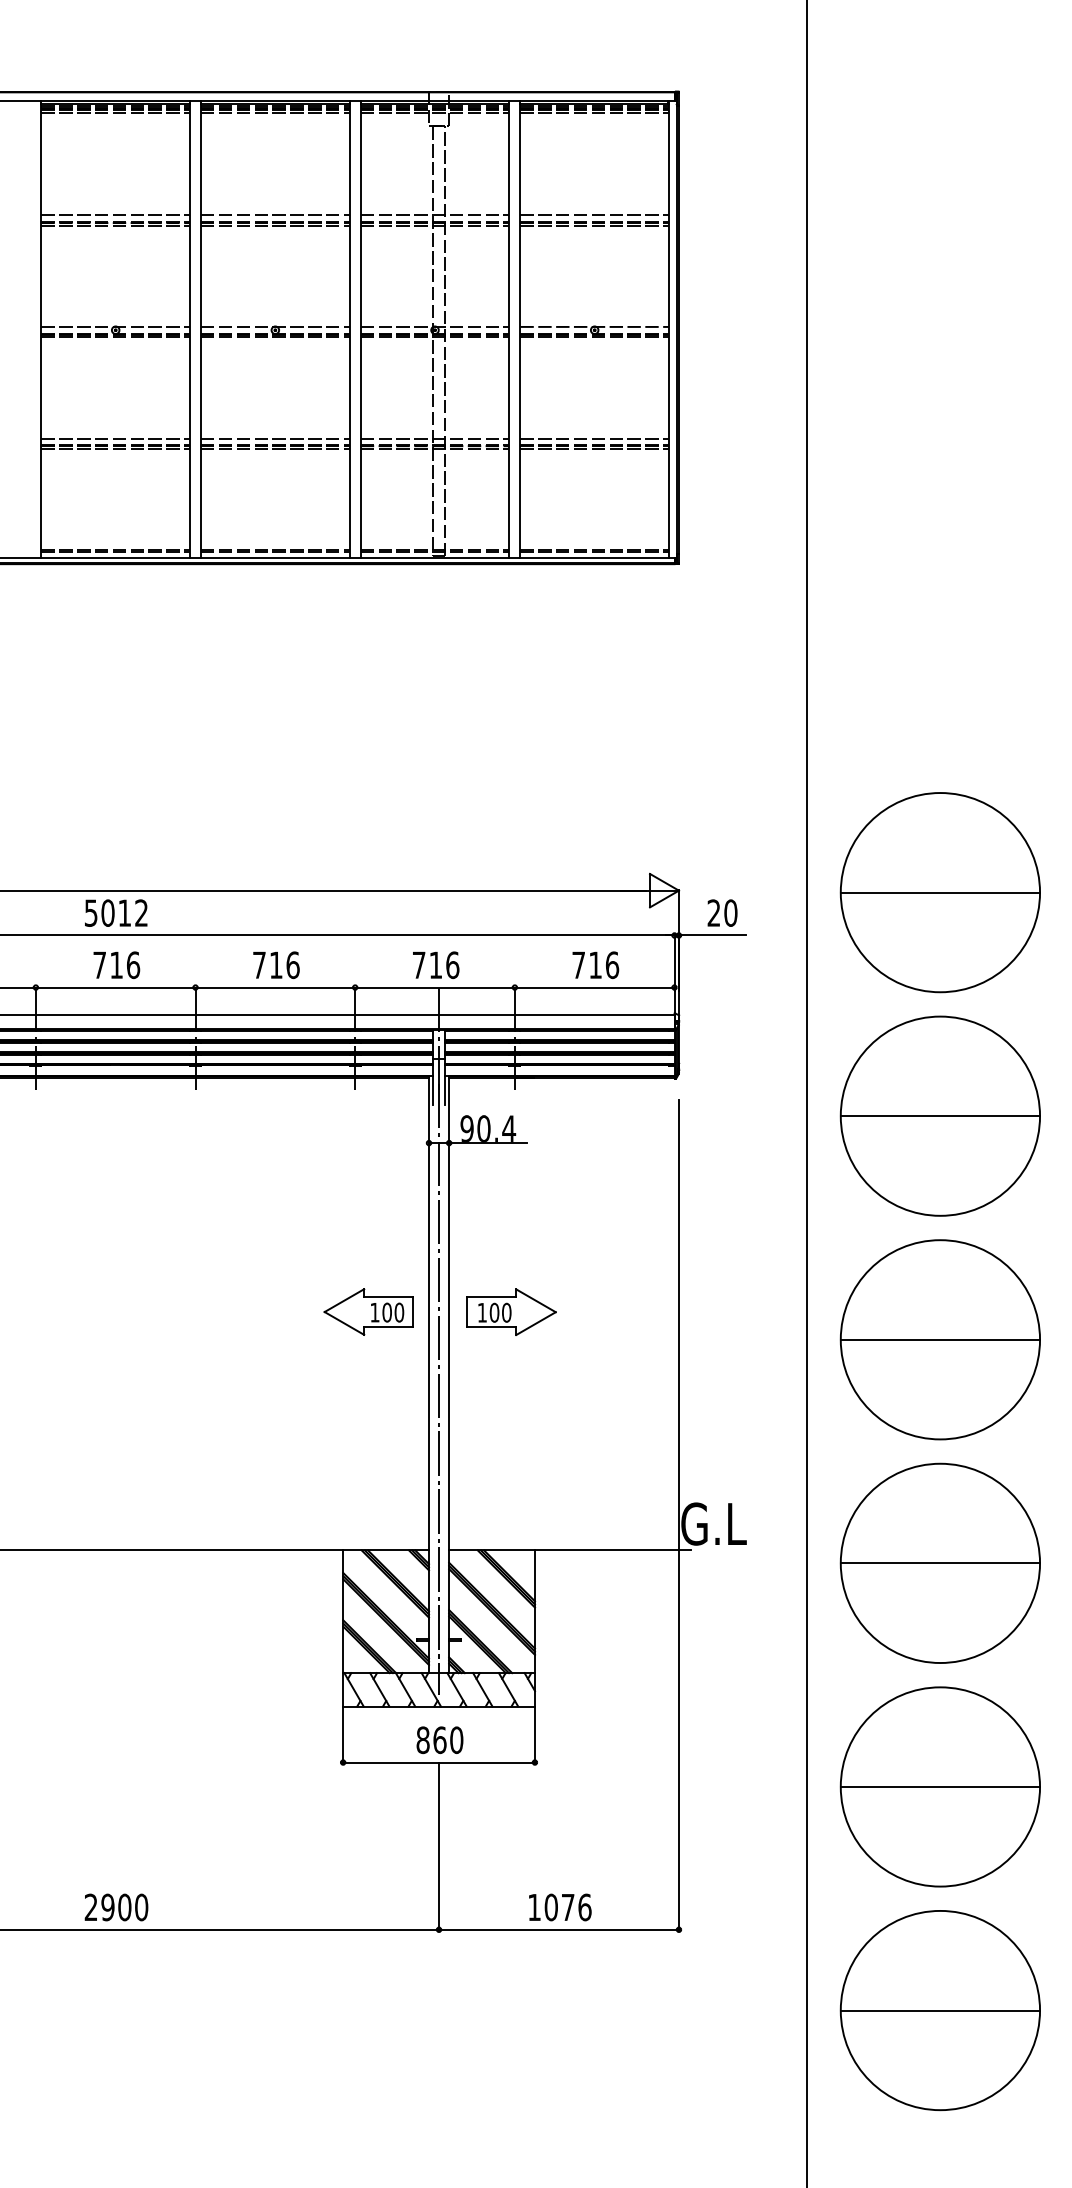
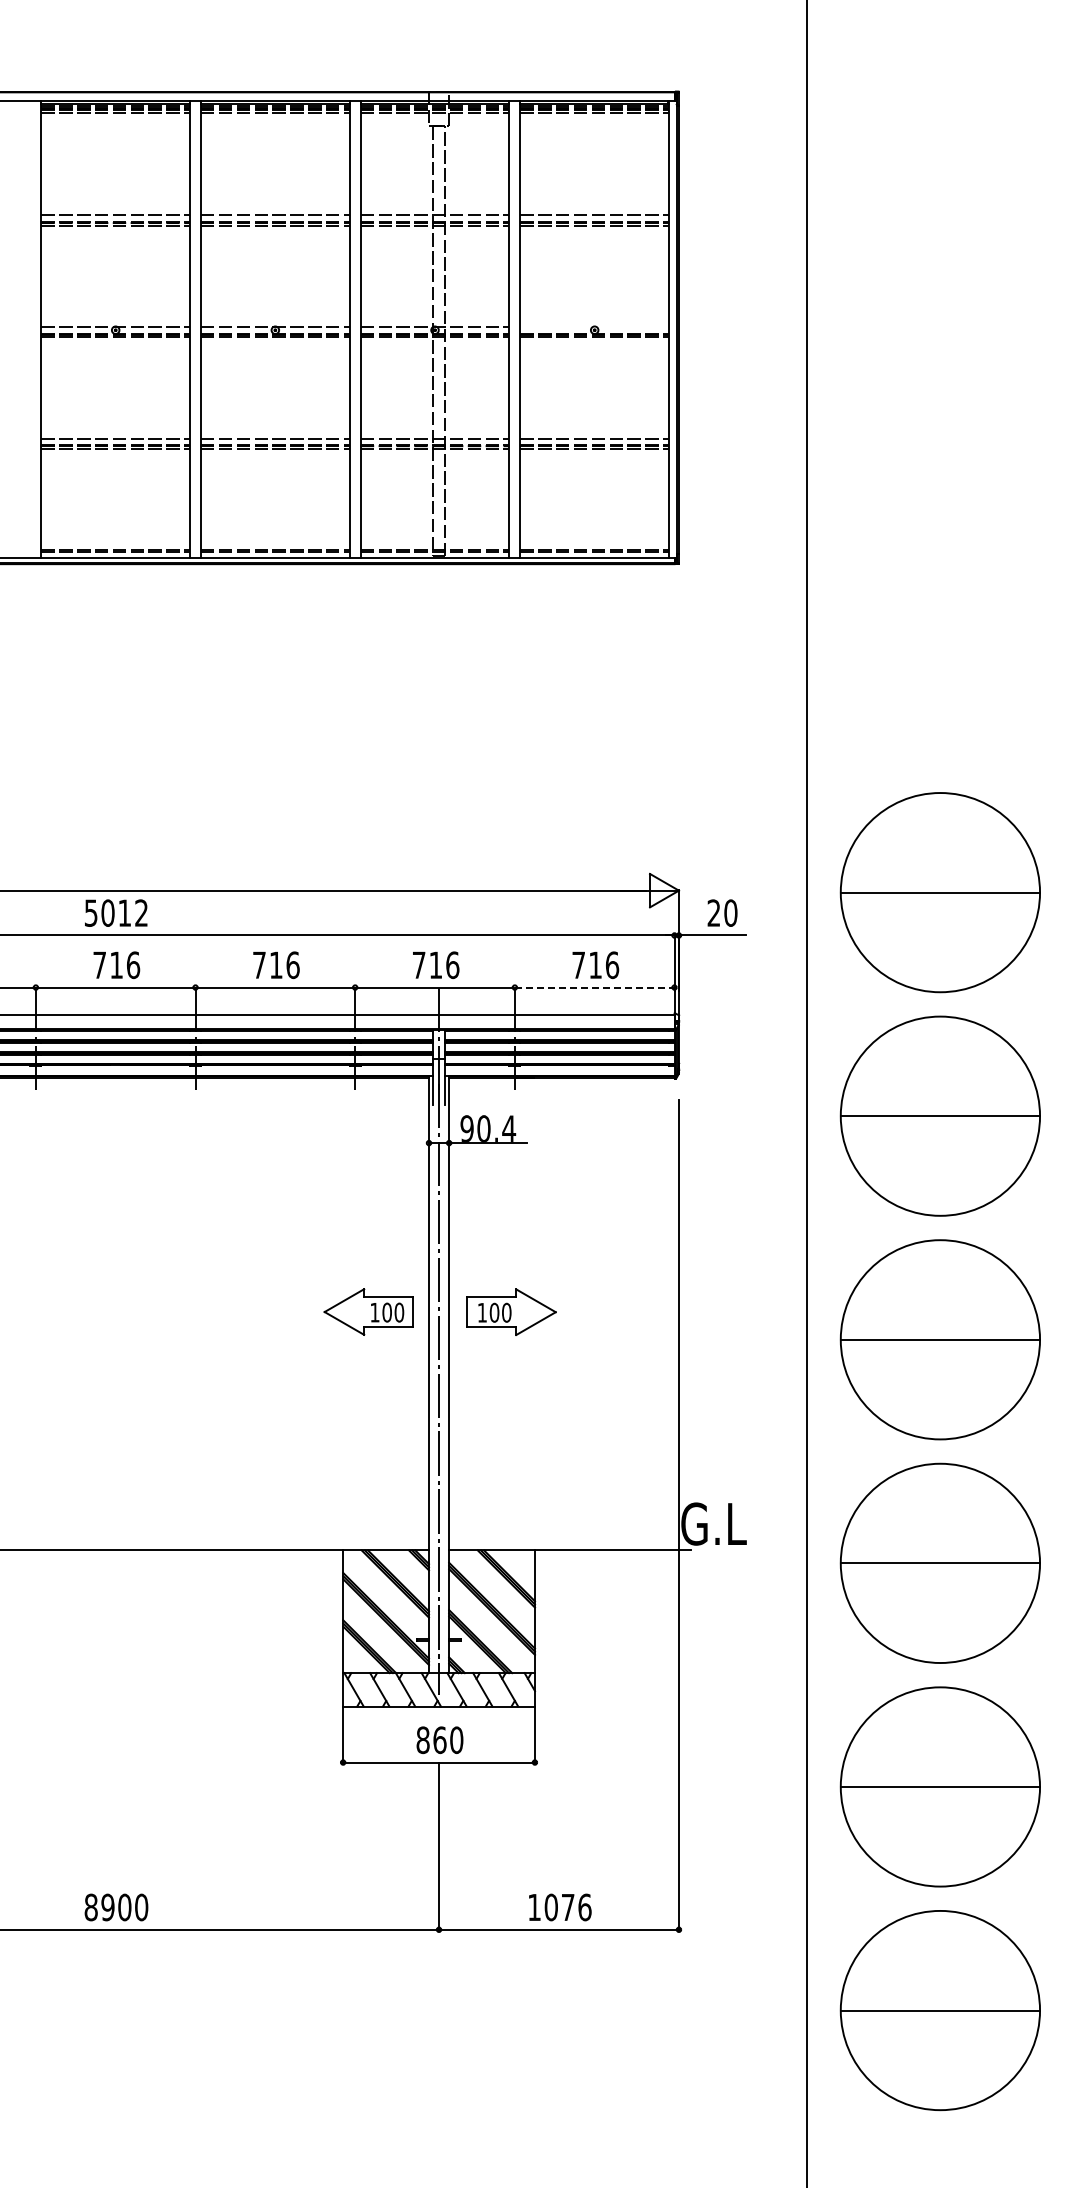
line at (594, 326): present -> none
line at (594, 987): solid -> dashed
text at (90, 1907): 2900 -> 8900
